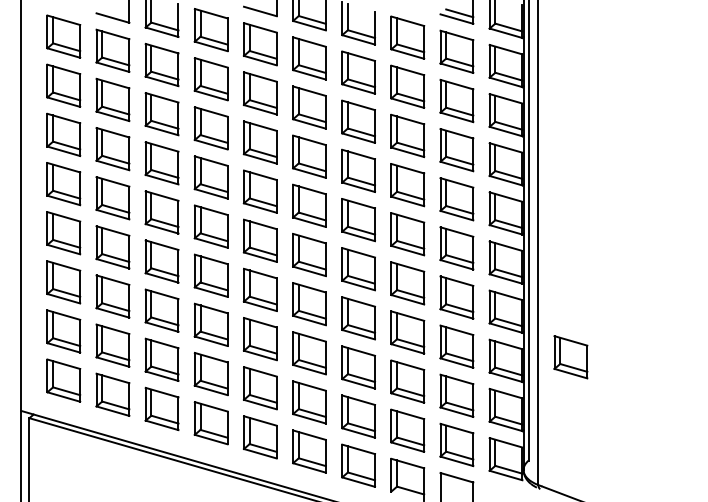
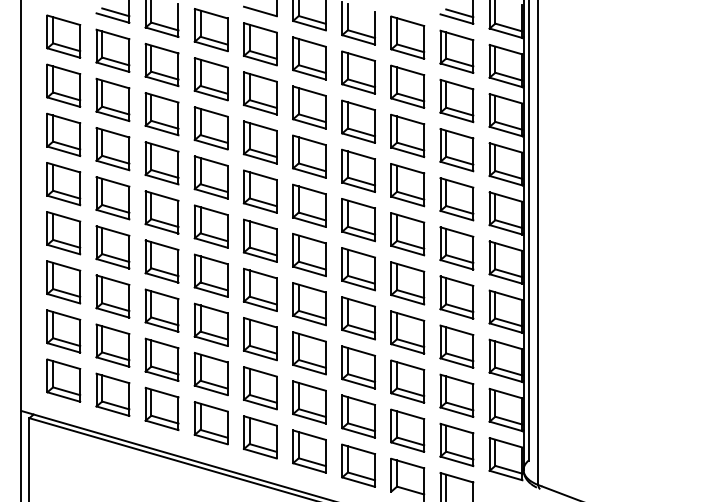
line at (115, 12): none -> present
part at (570, 357): present -> none
line at (446, 486): none -> present
